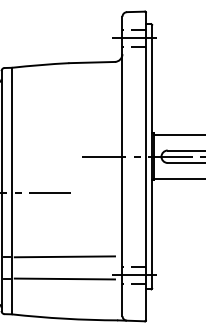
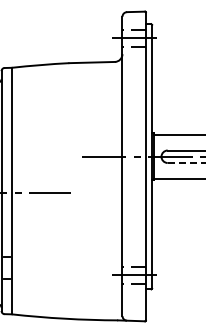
line at (186, 163): solid -> dashed
line at (64, 256): present -> none
line at (64, 278): present -> none
